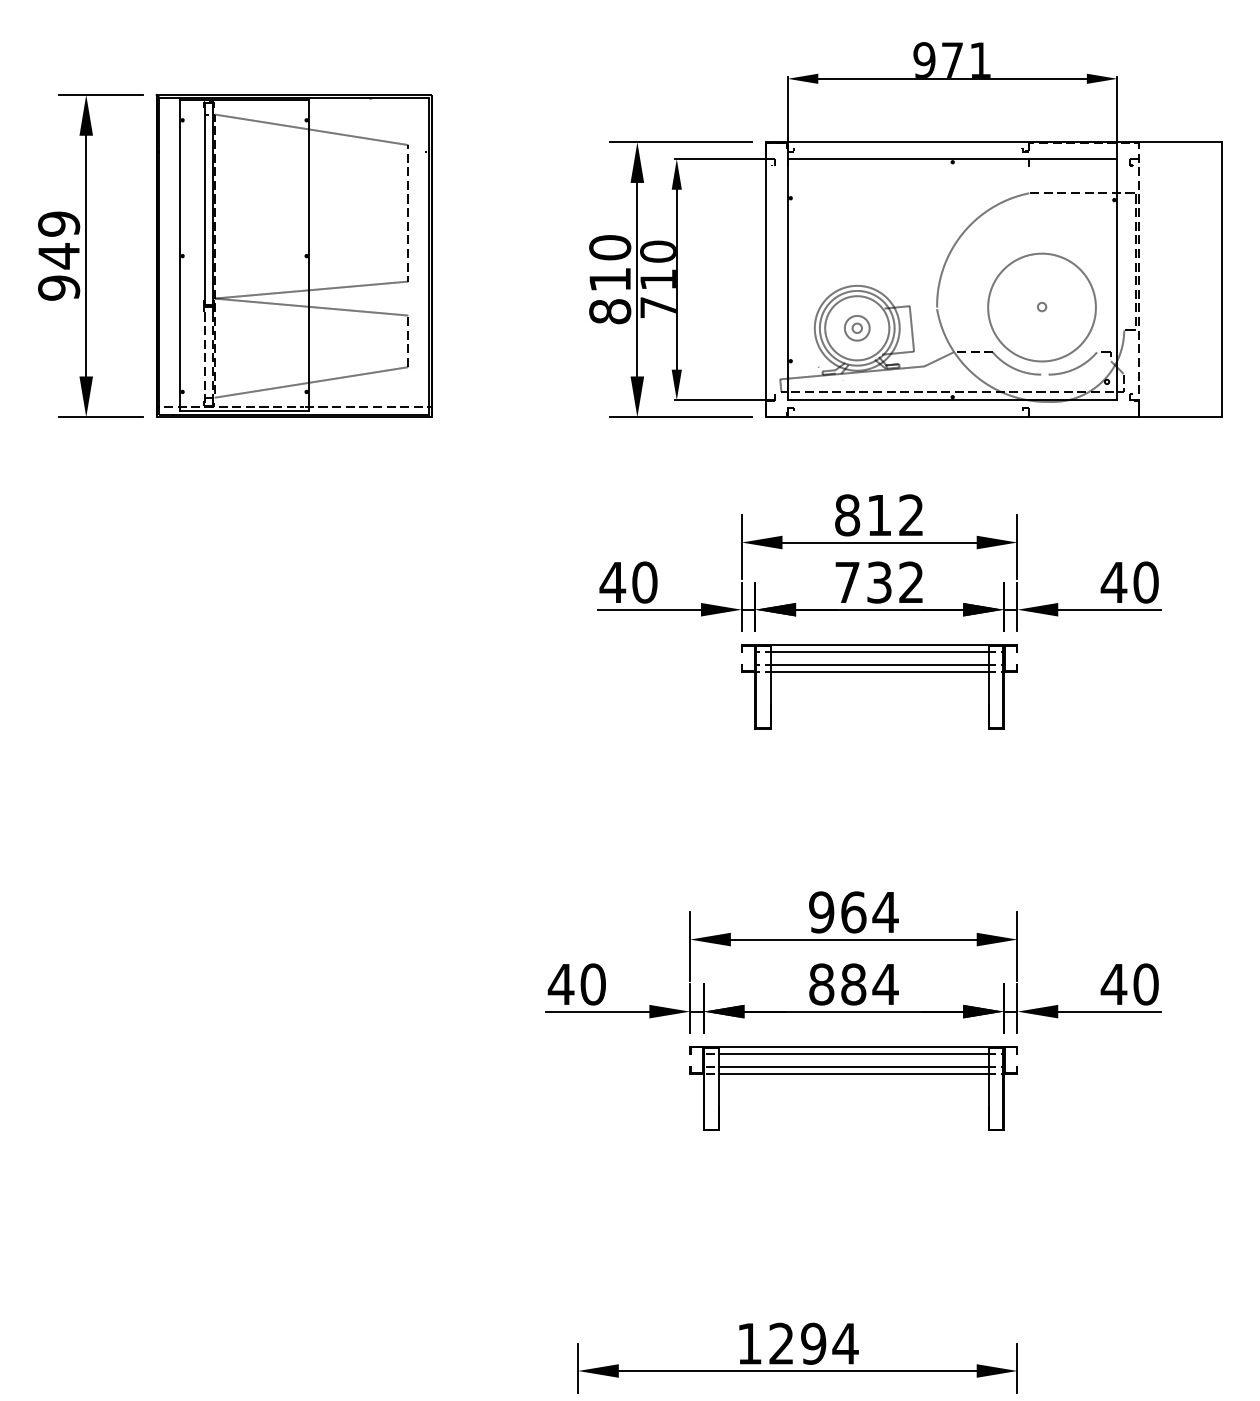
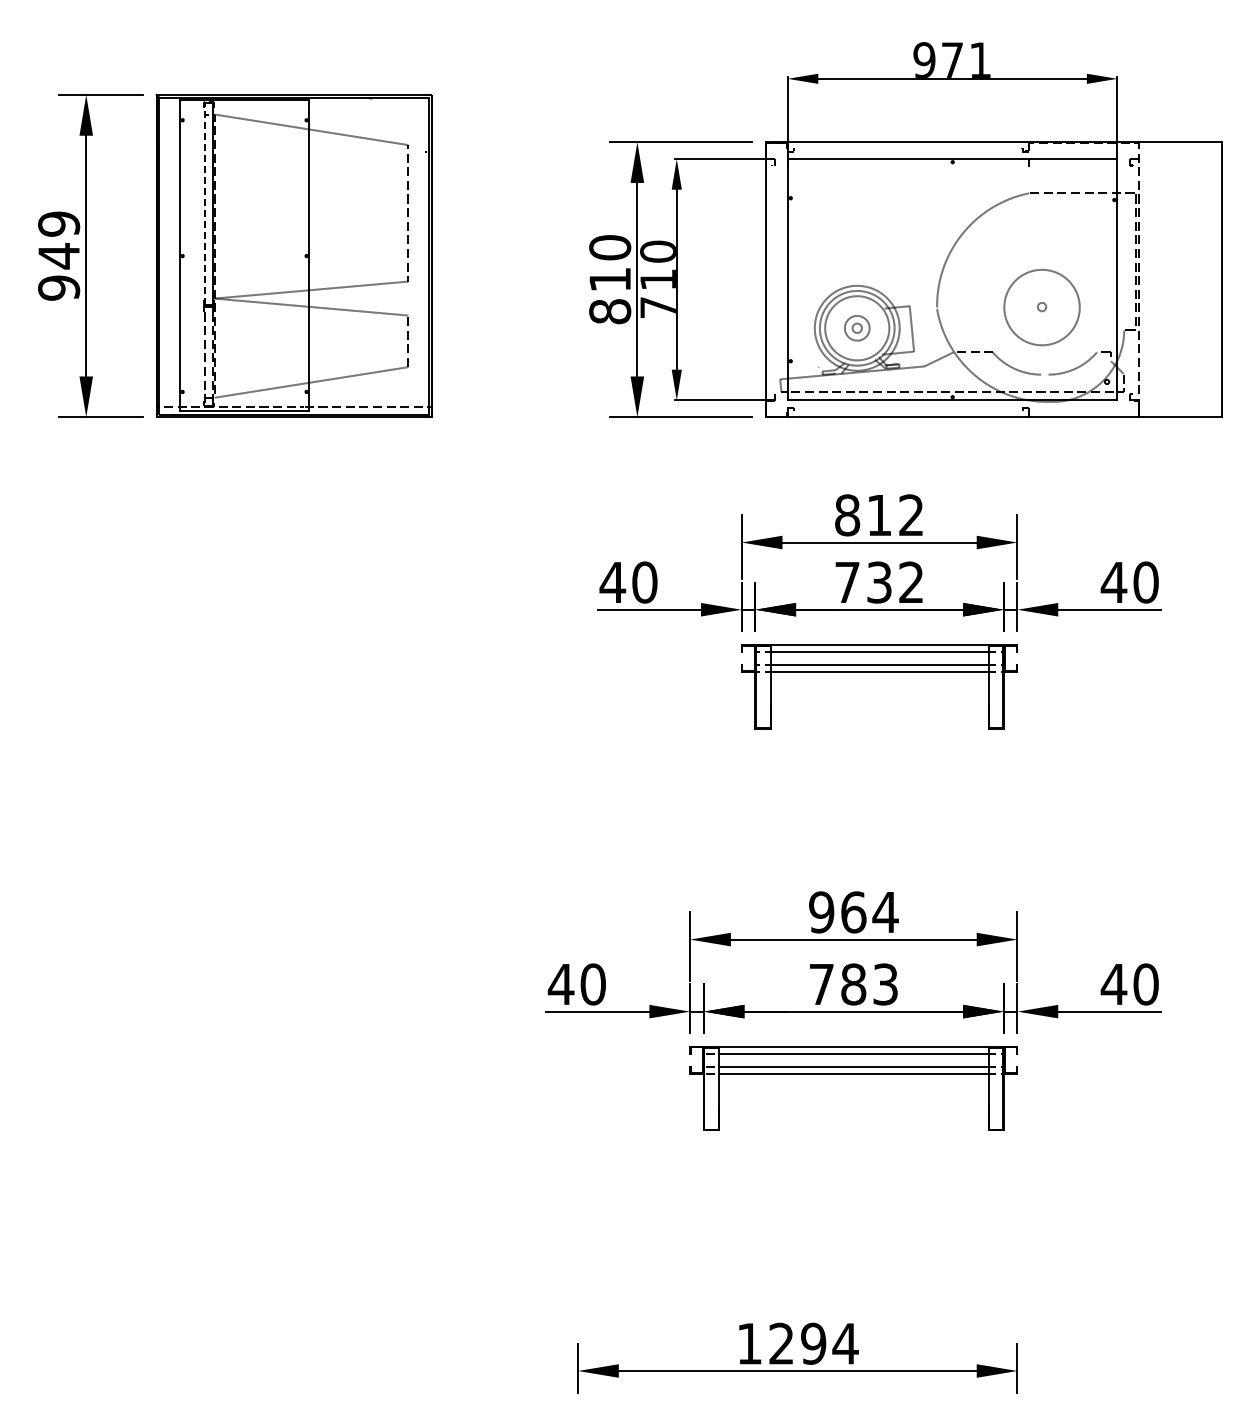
line at (204, 203): solid -> dashed
circle at (1041, 307) diameter: 108 px -> 75 px
text at (853, 984): 884 -> 783
